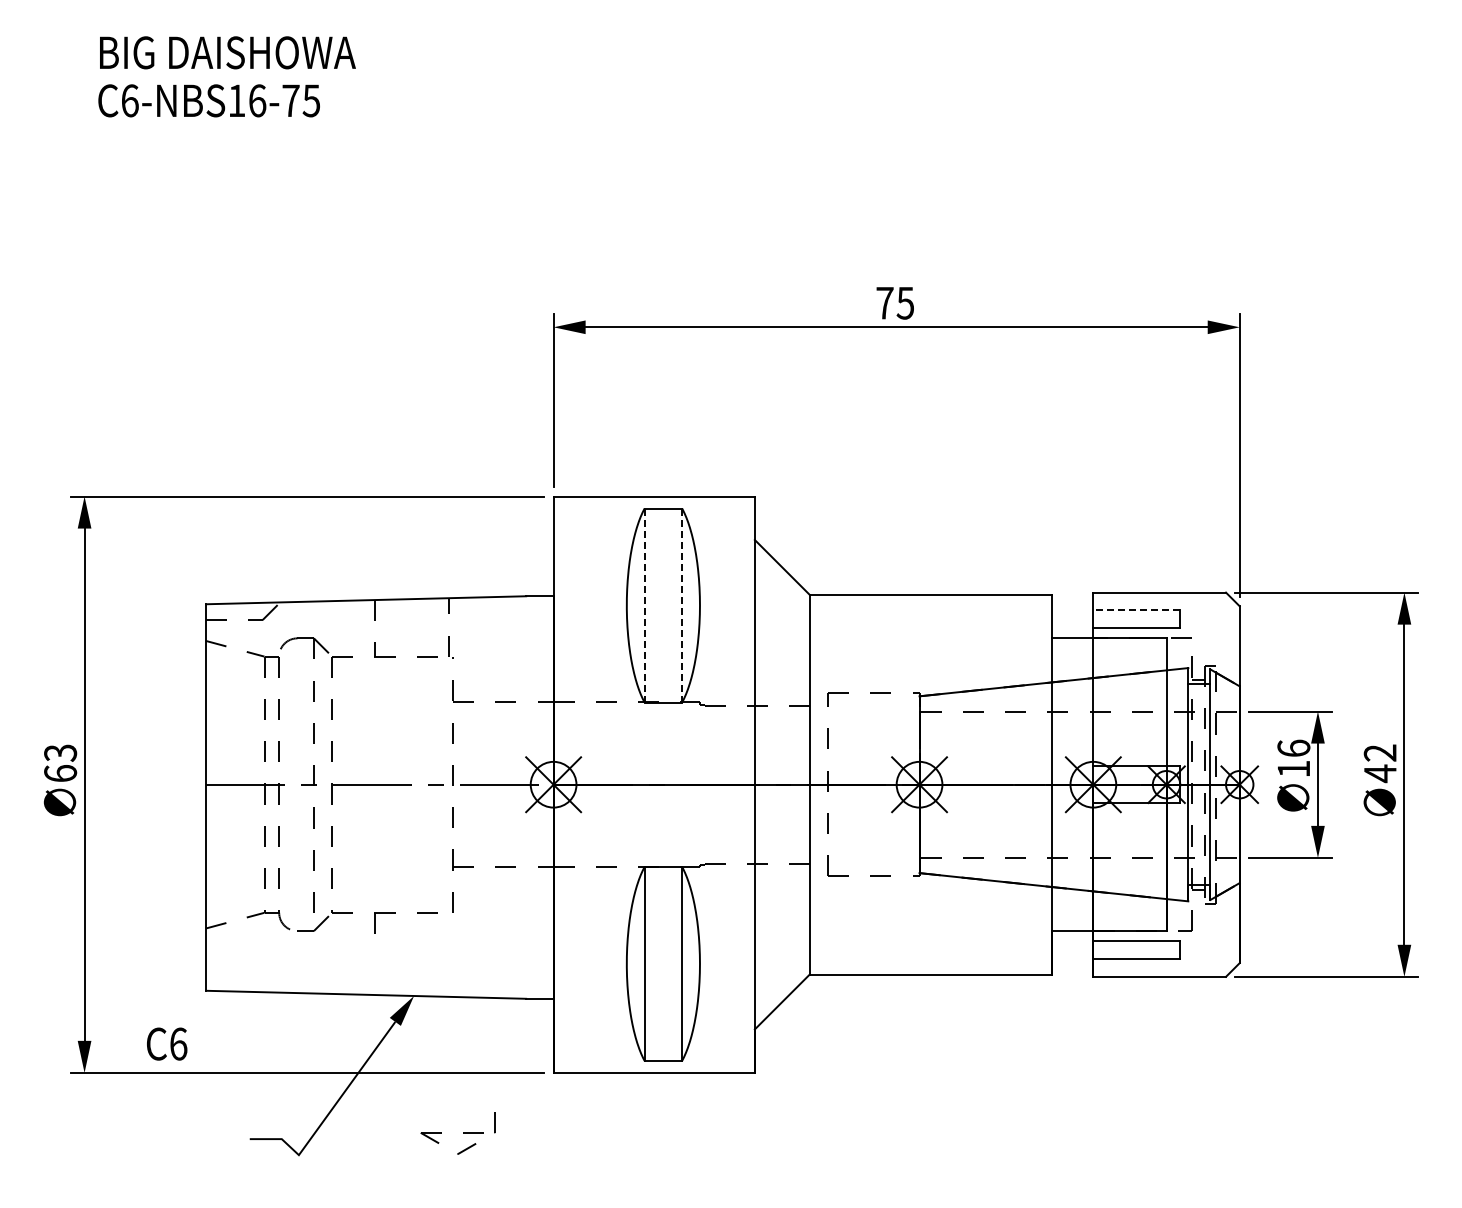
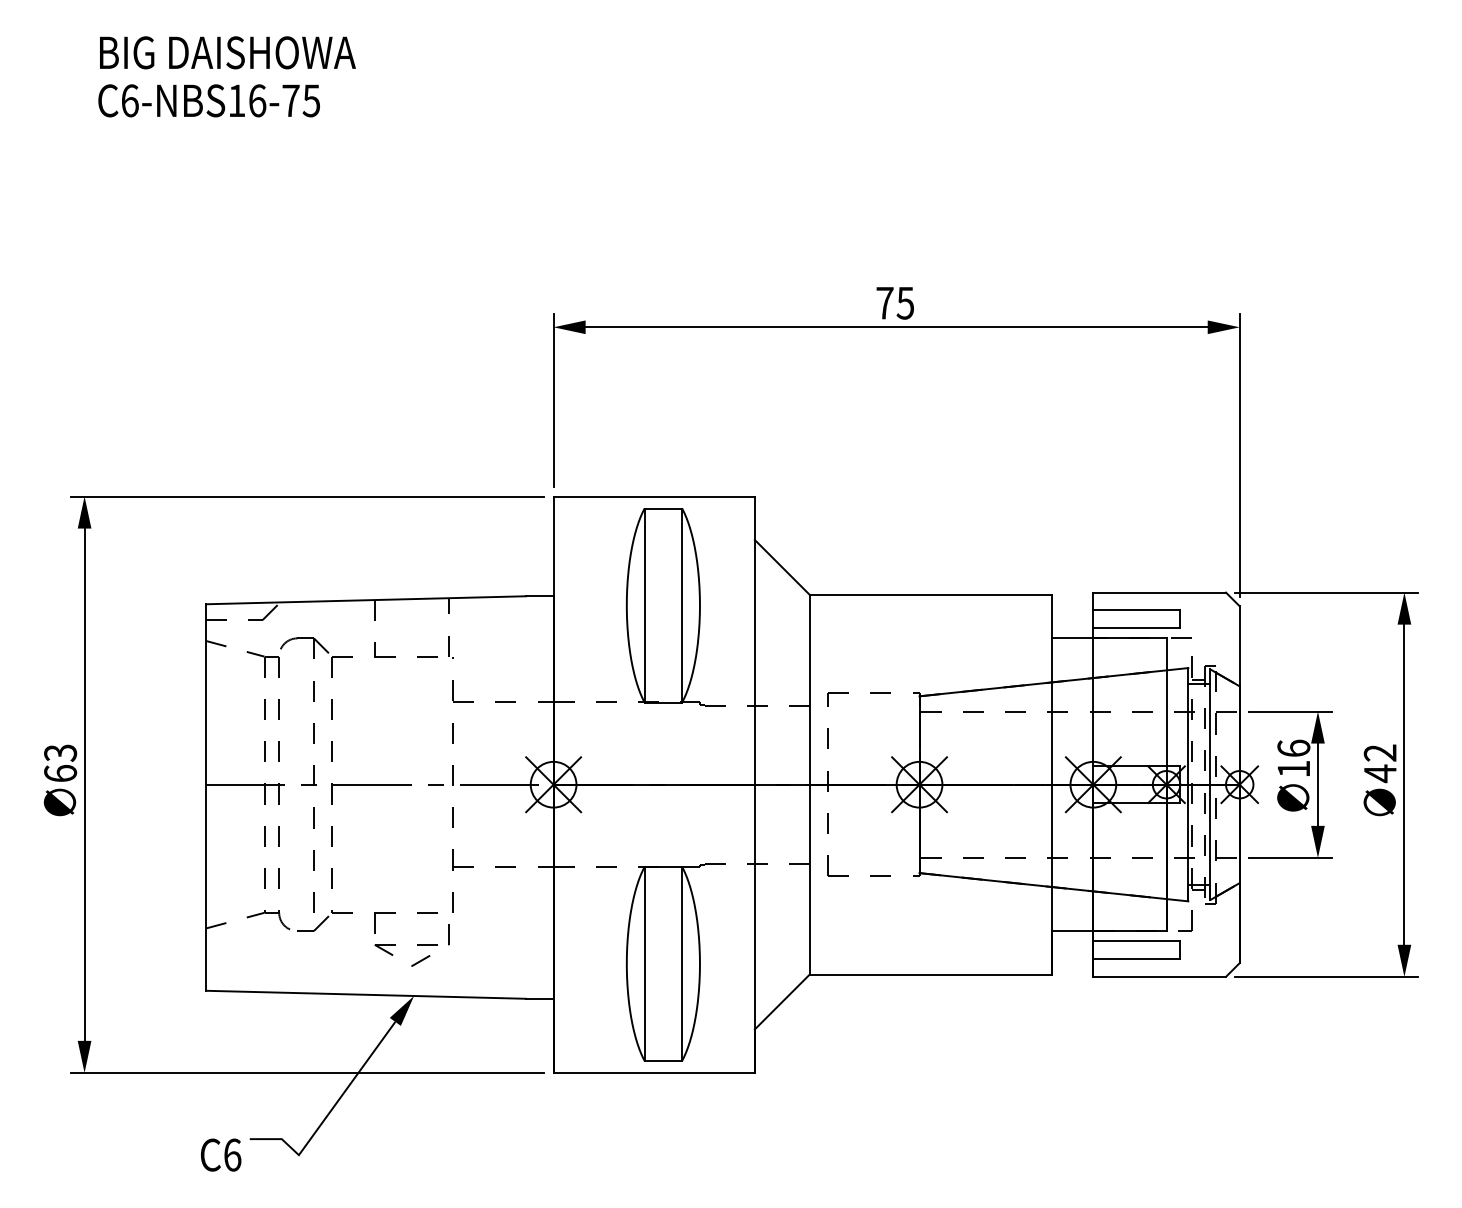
line at (644, 605): dashed -> solid
line at (682, 606): dashed -> solid
line at (1136, 609): dashed -> solid
text at (167, 1043) position: (167, 1043) -> (221, 1154)
part at (457, 1133) position: (457, 1133) -> (411, 945)
